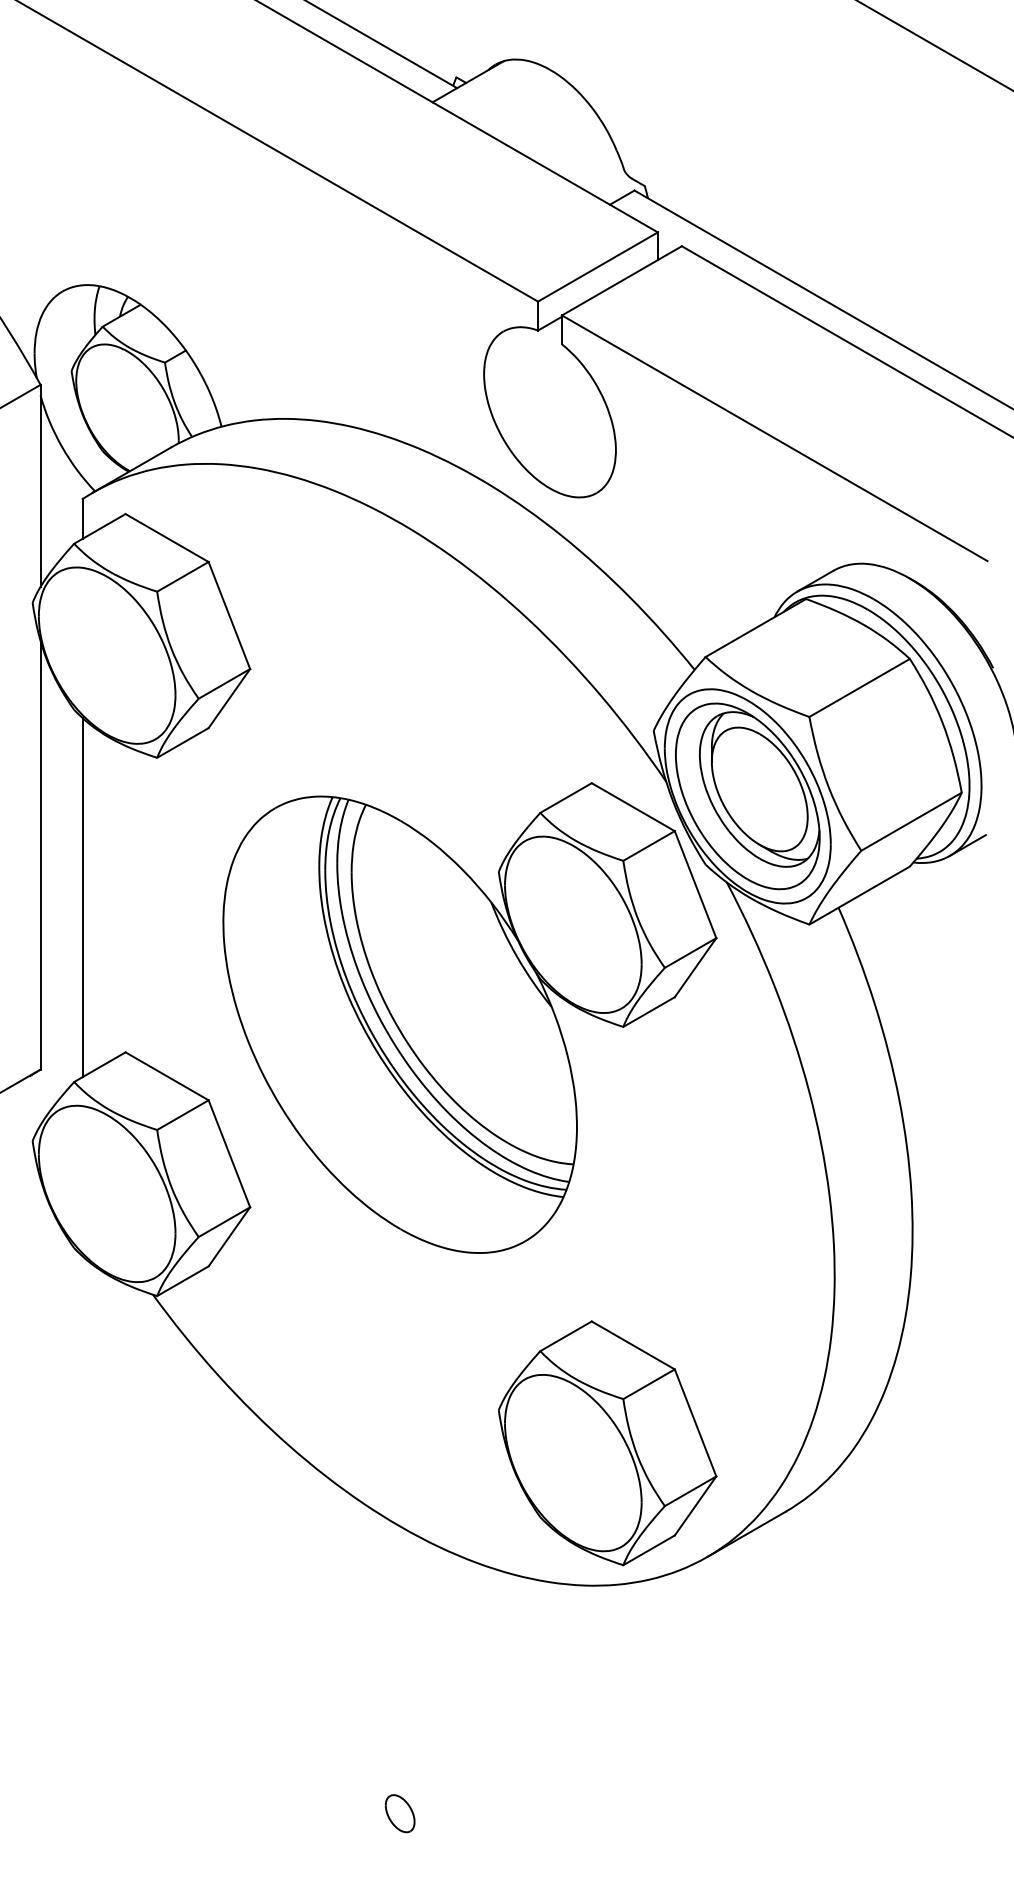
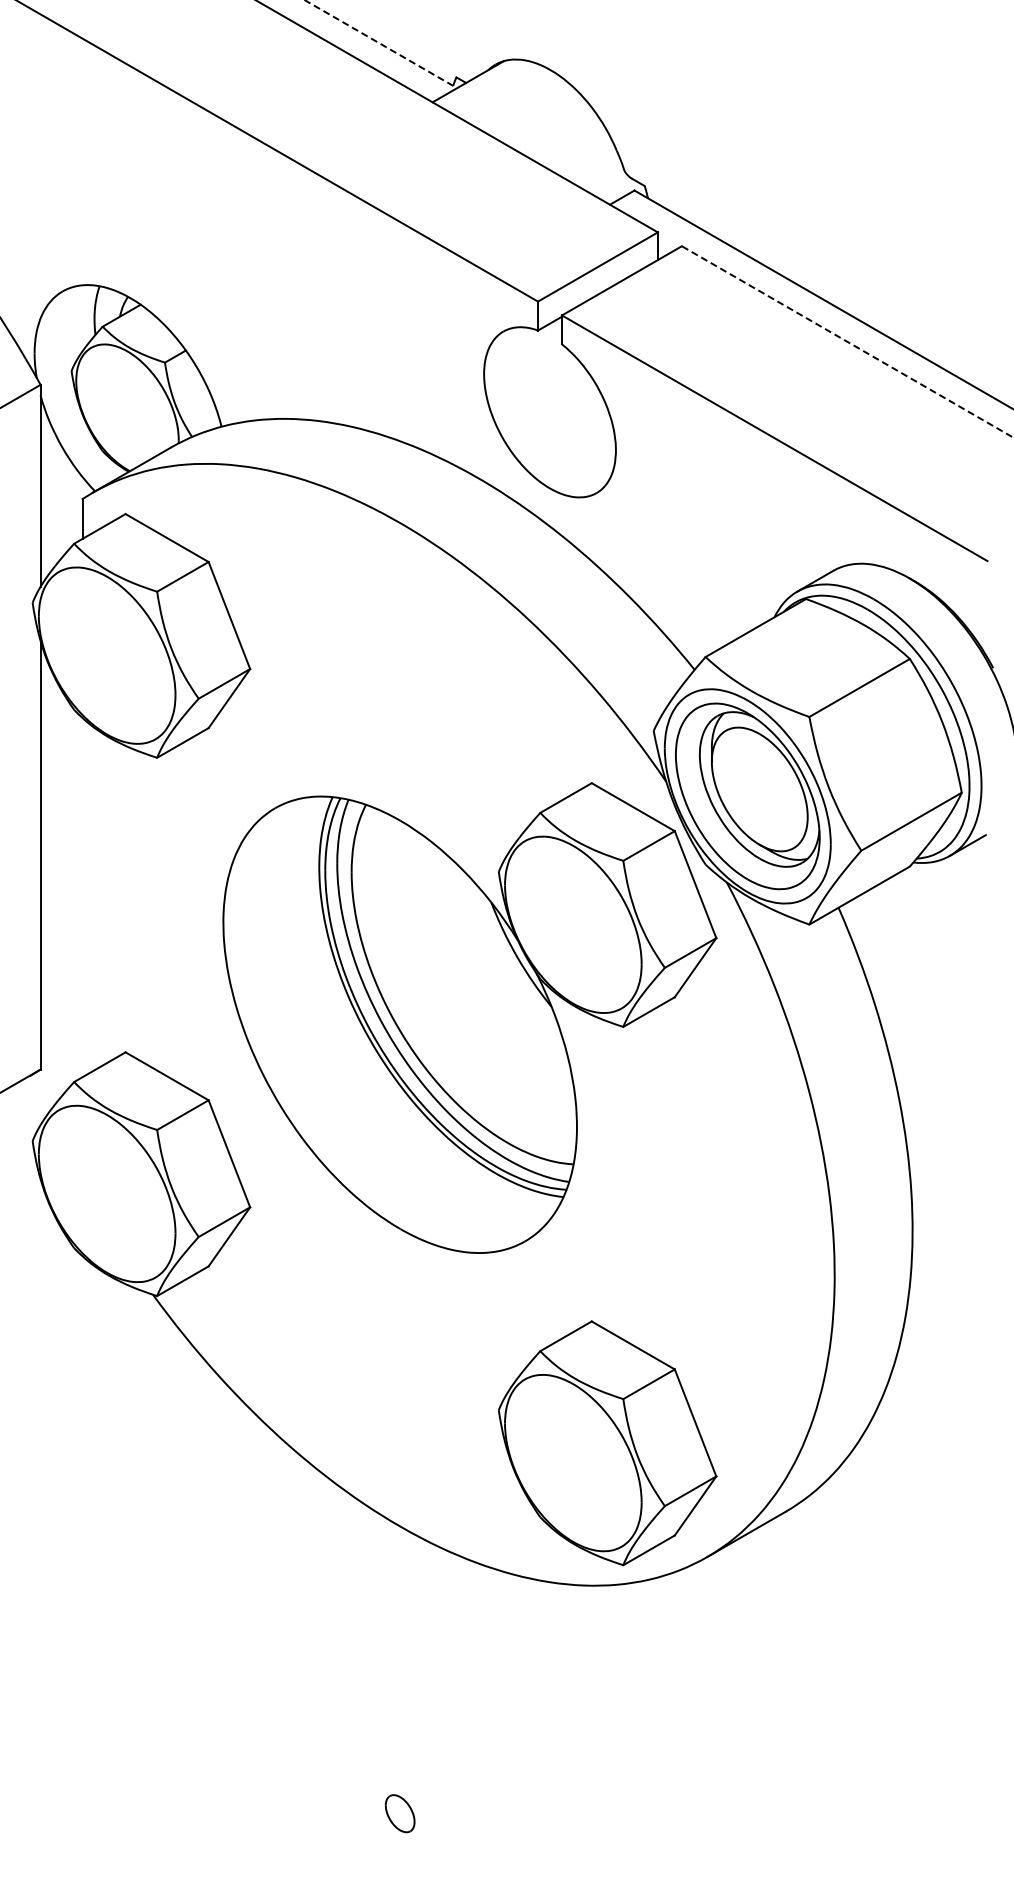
line at (381, 44): solid -> dashed
line at (934, 45): present -> none
line at (847, 342): solid -> dashed
line at (82, 897): present -> none
